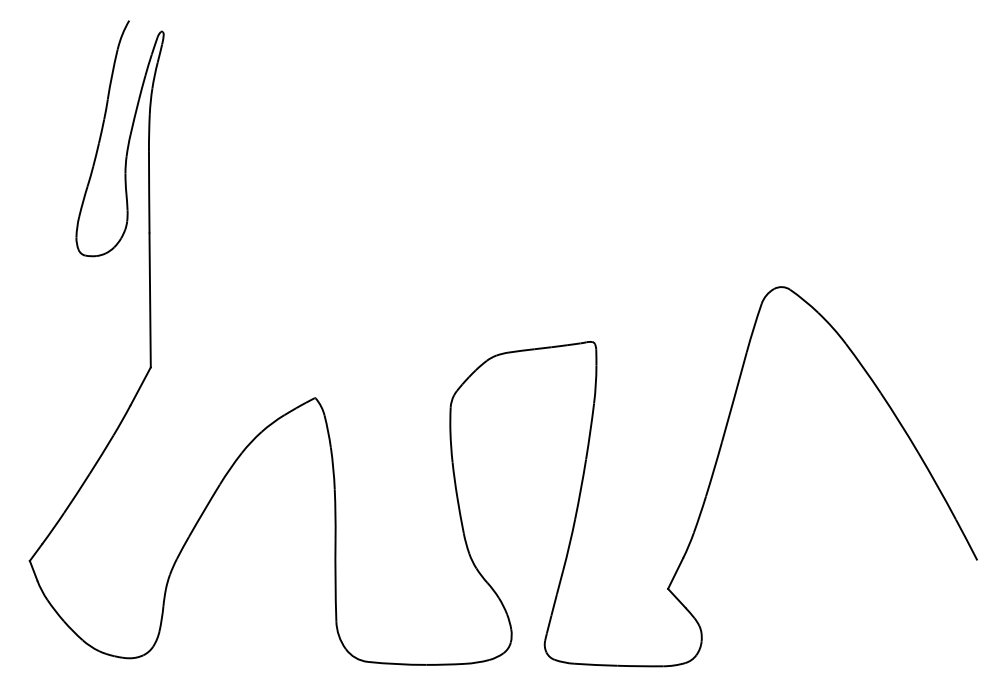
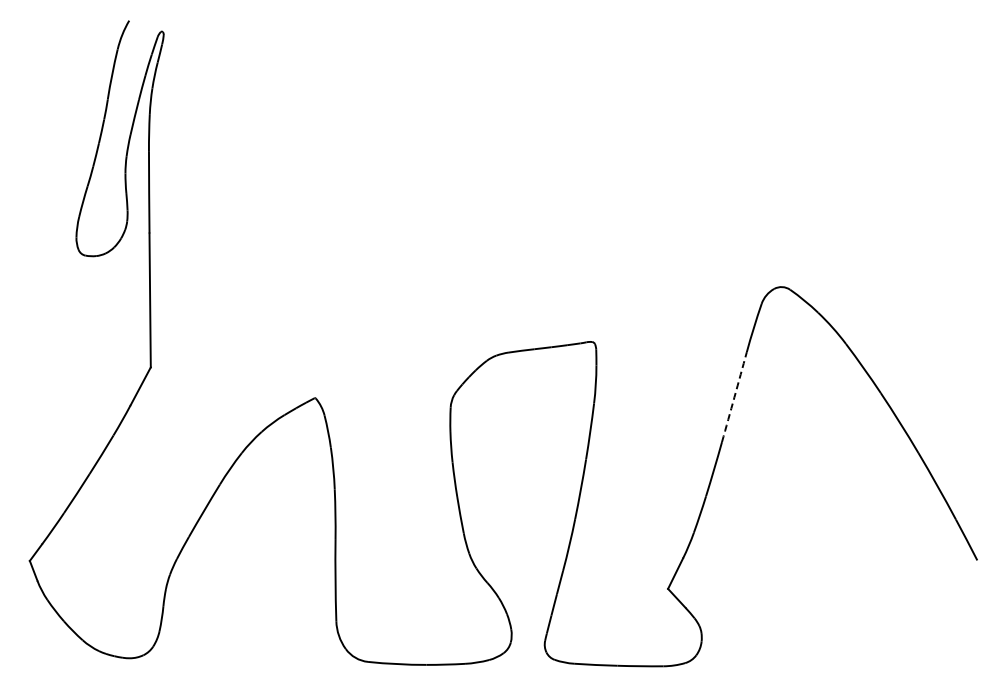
arc at (734, 397): solid -> dashed
